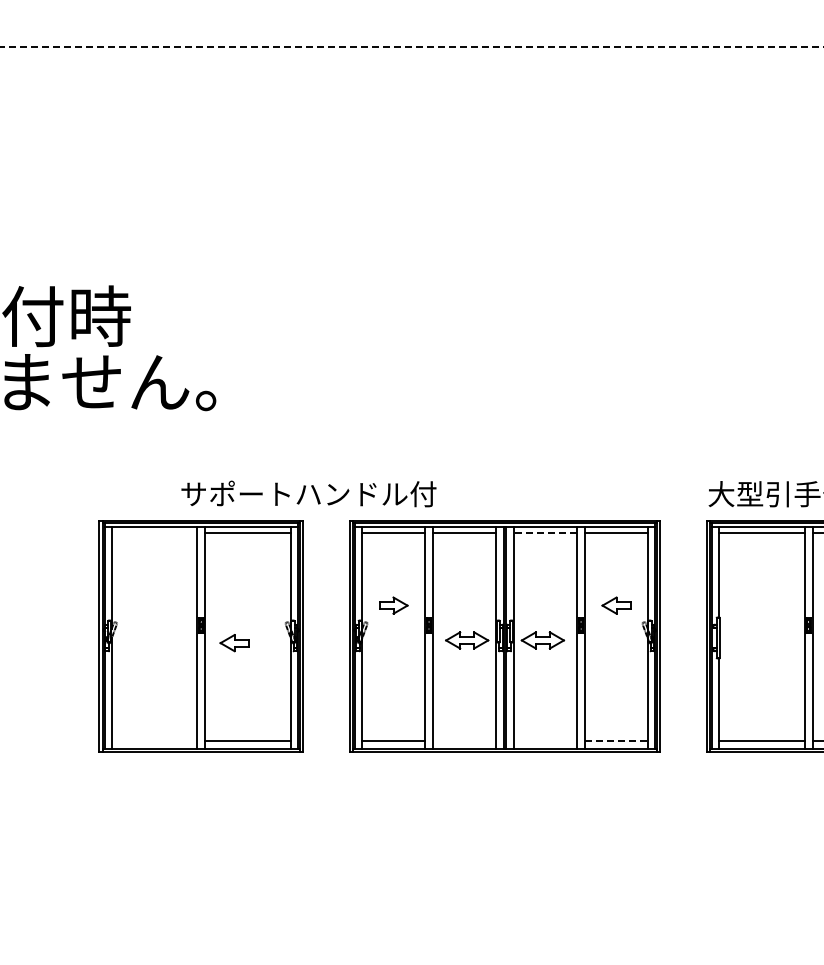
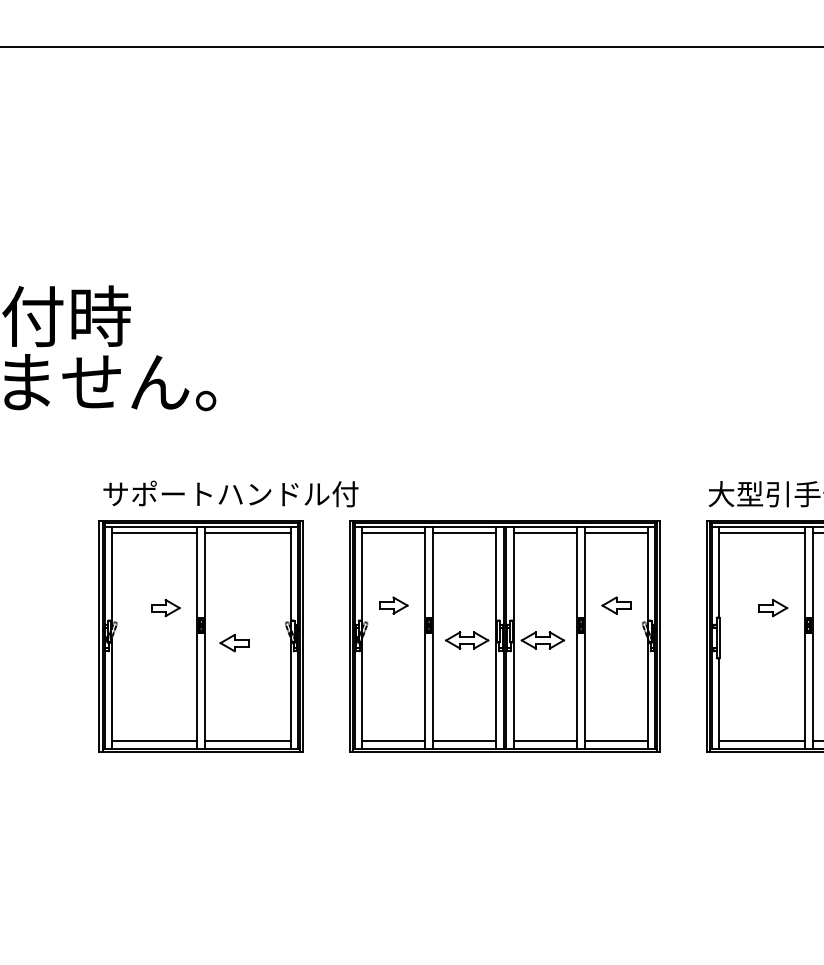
line at (412, 46): dashed -> solid
text at (308, 493) position: (308, 493) -> (230, 493)
line at (154, 532): none -> present
line at (544, 532): dashed -> solid
part at (165, 607): none -> present
part at (773, 608): none -> present
line at (154, 741): none -> present
line at (464, 741): none -> present
line at (545, 741): none -> present
line at (616, 741): dashed -> solid
